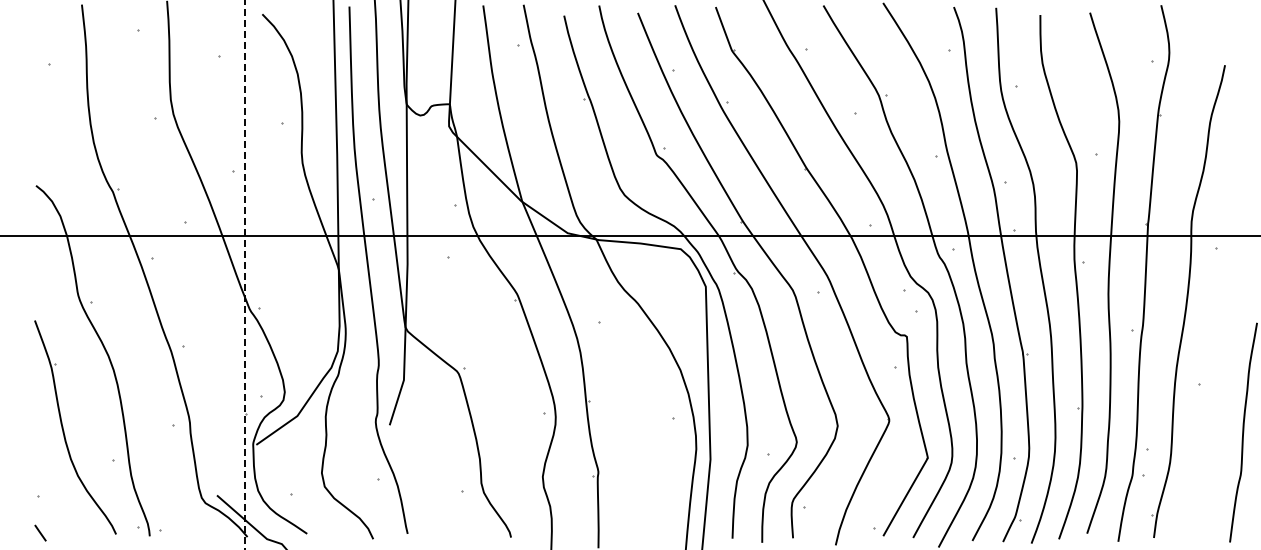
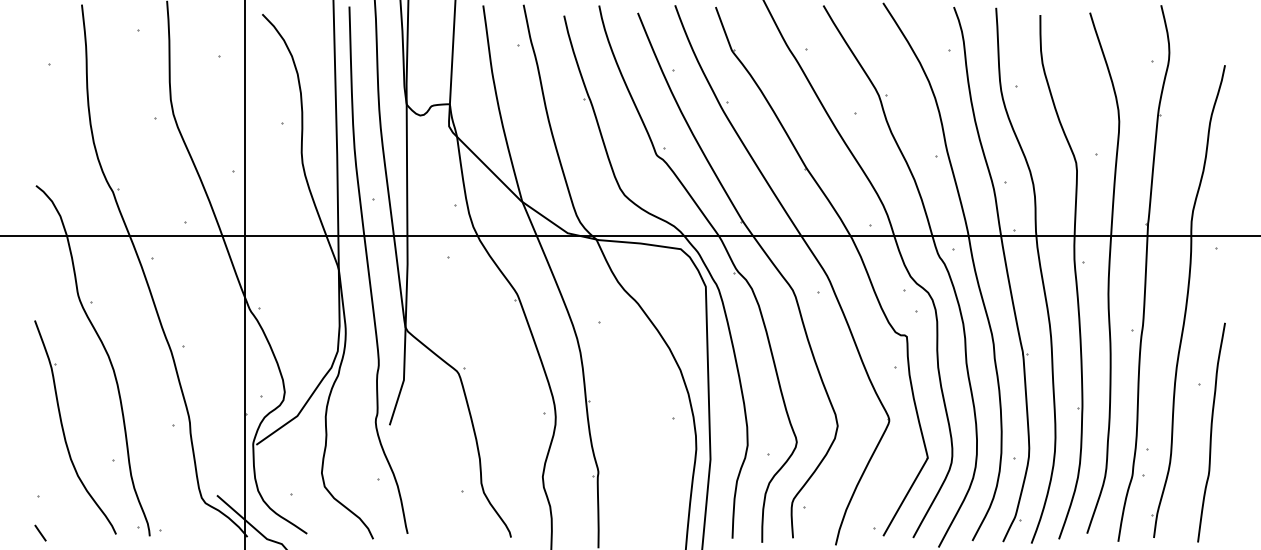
line at (244, 274): dashed -> solid
curve at (1243, 432) position: (1243, 432) -> (1211, 432)
